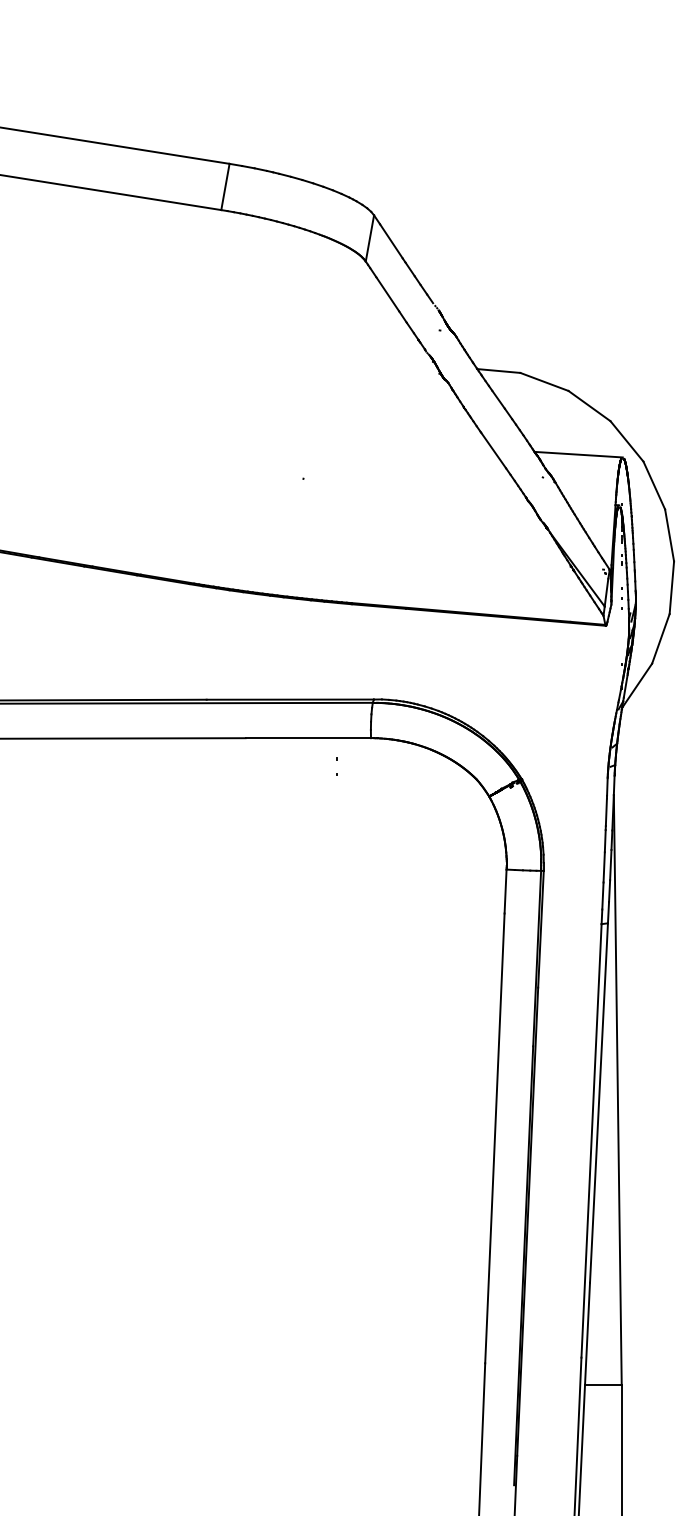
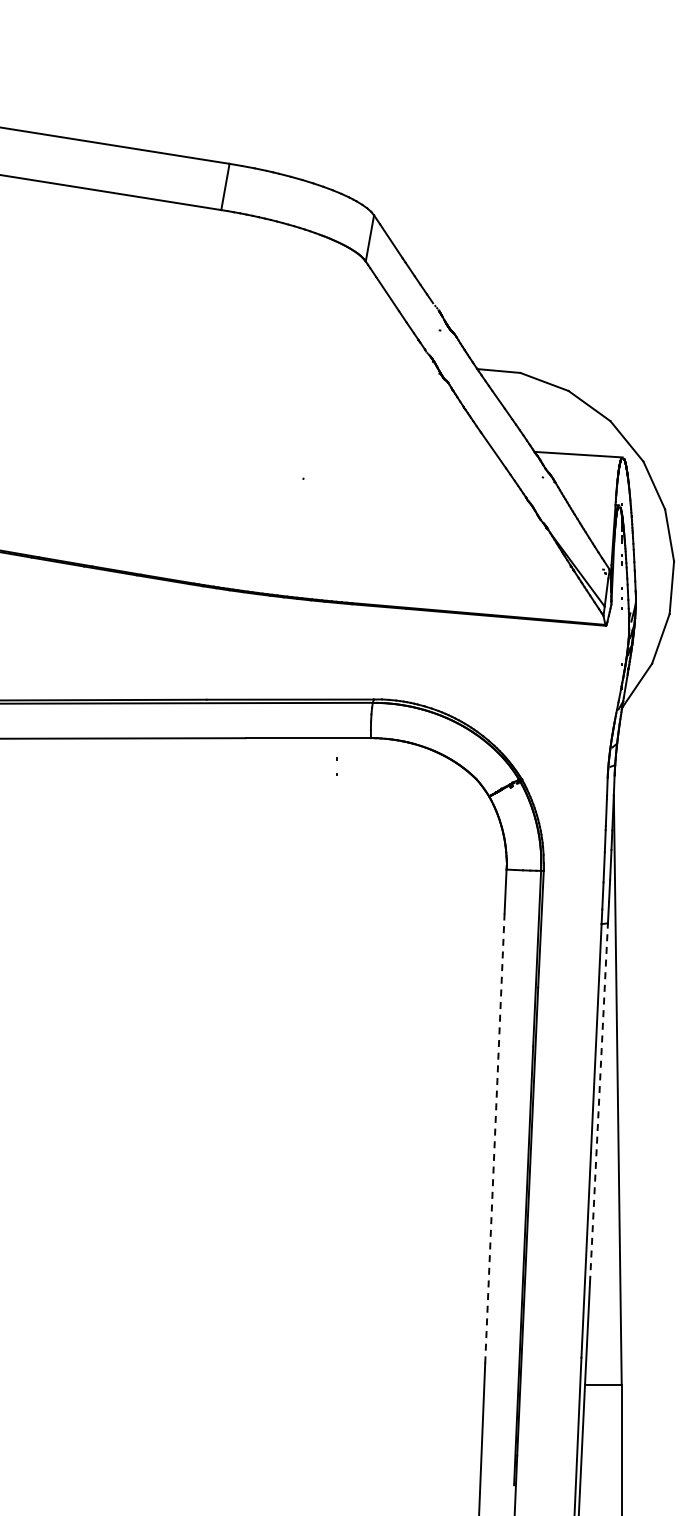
line at (598, 1103): solid -> dashed
line at (494, 1138): solid -> dashed
